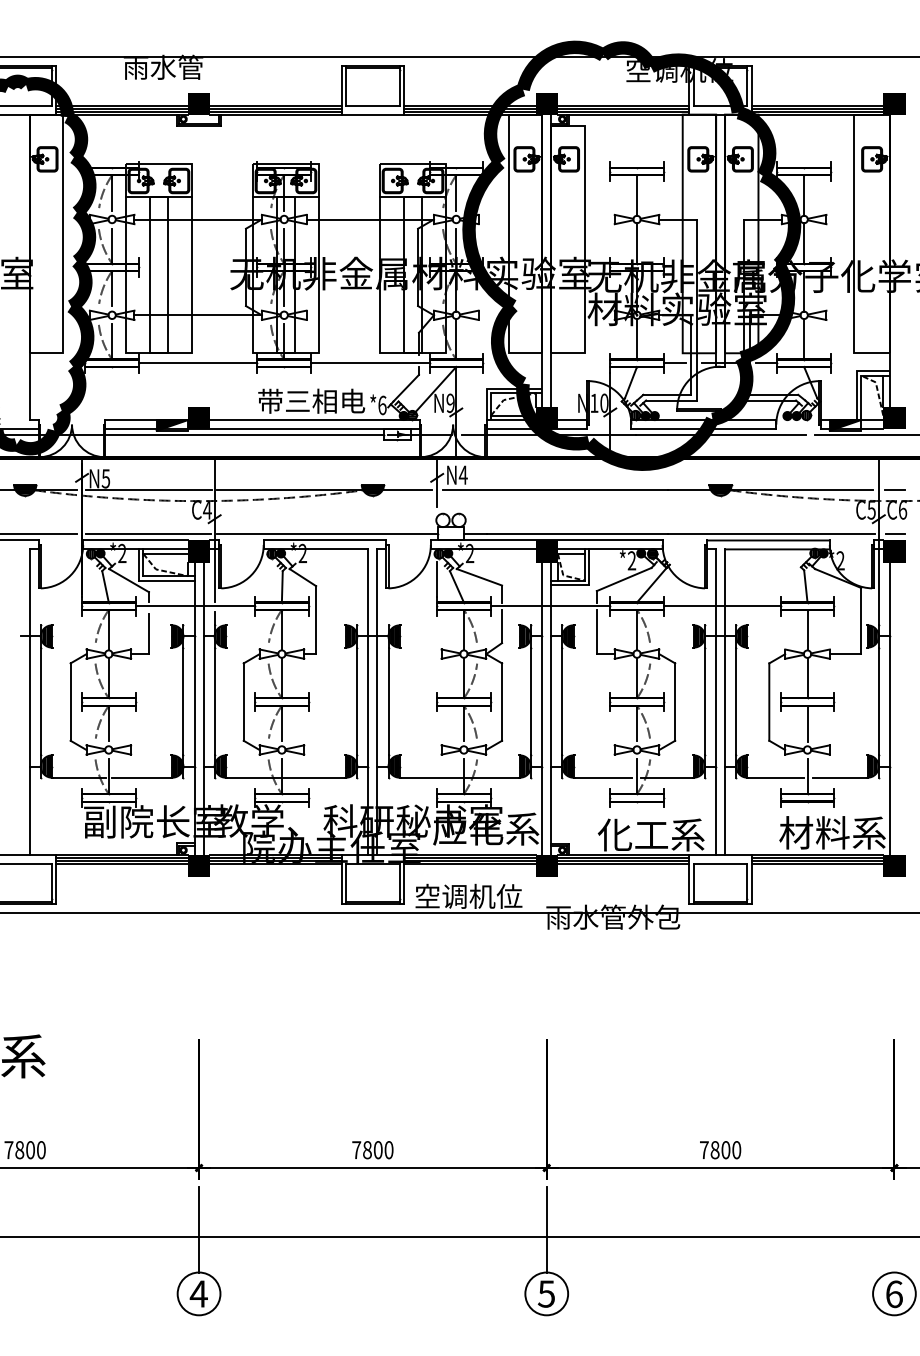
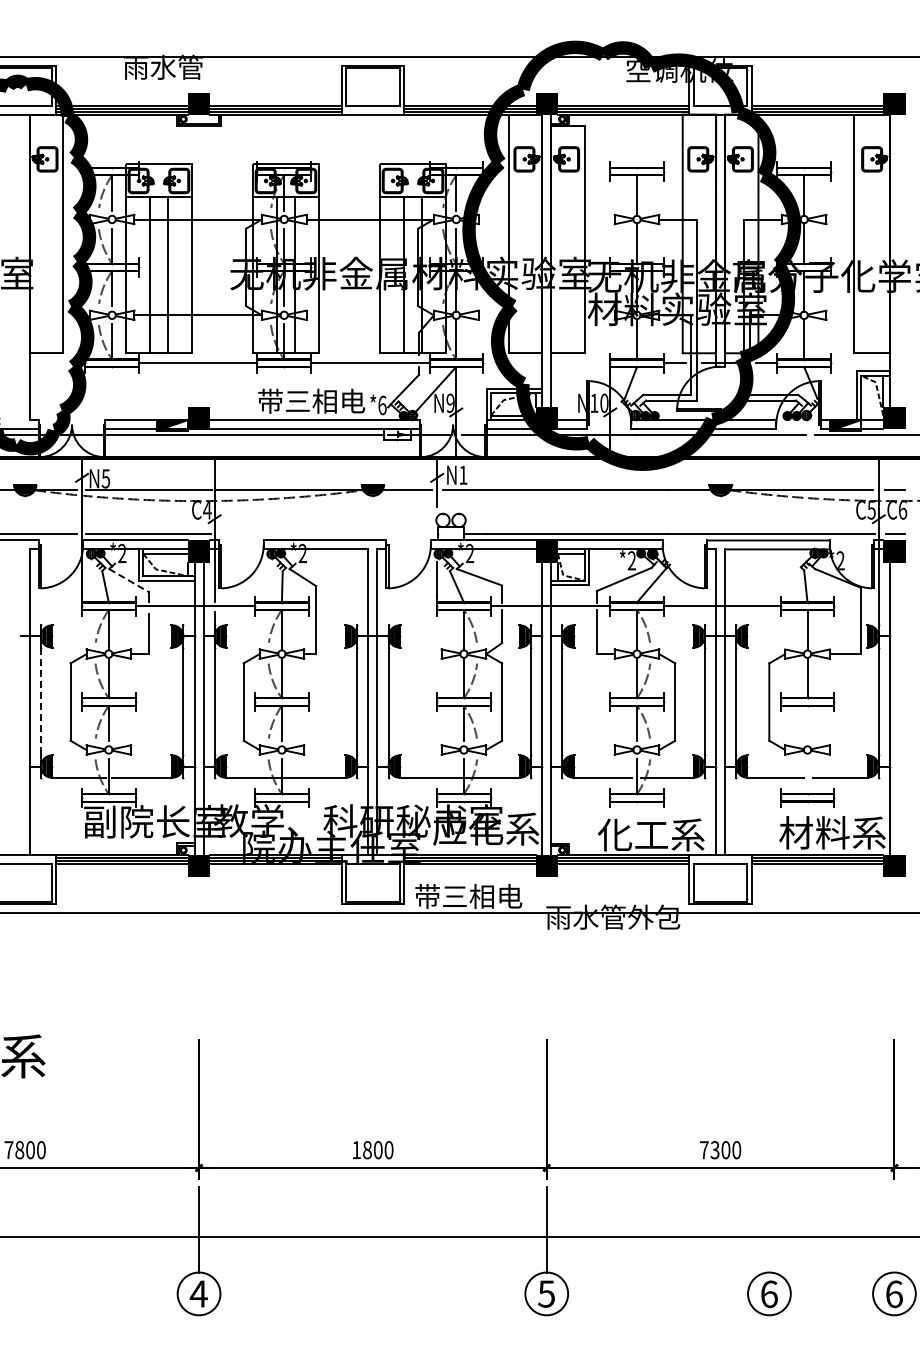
text at (462, 474): N4 -> N1
line at (327, 533): present -> none
line at (129, 580): solid -> dashed
line at (40, 701): solid -> dashed
line at (807, 723): present -> none
line at (807, 776): present -> none
text at (468, 895): 空调机位 -> 带三相电
text at (356, 1149): 7800 -> 1800
text at (714, 1150): 7800 -> 7300
part at (769, 1293): none -> present
